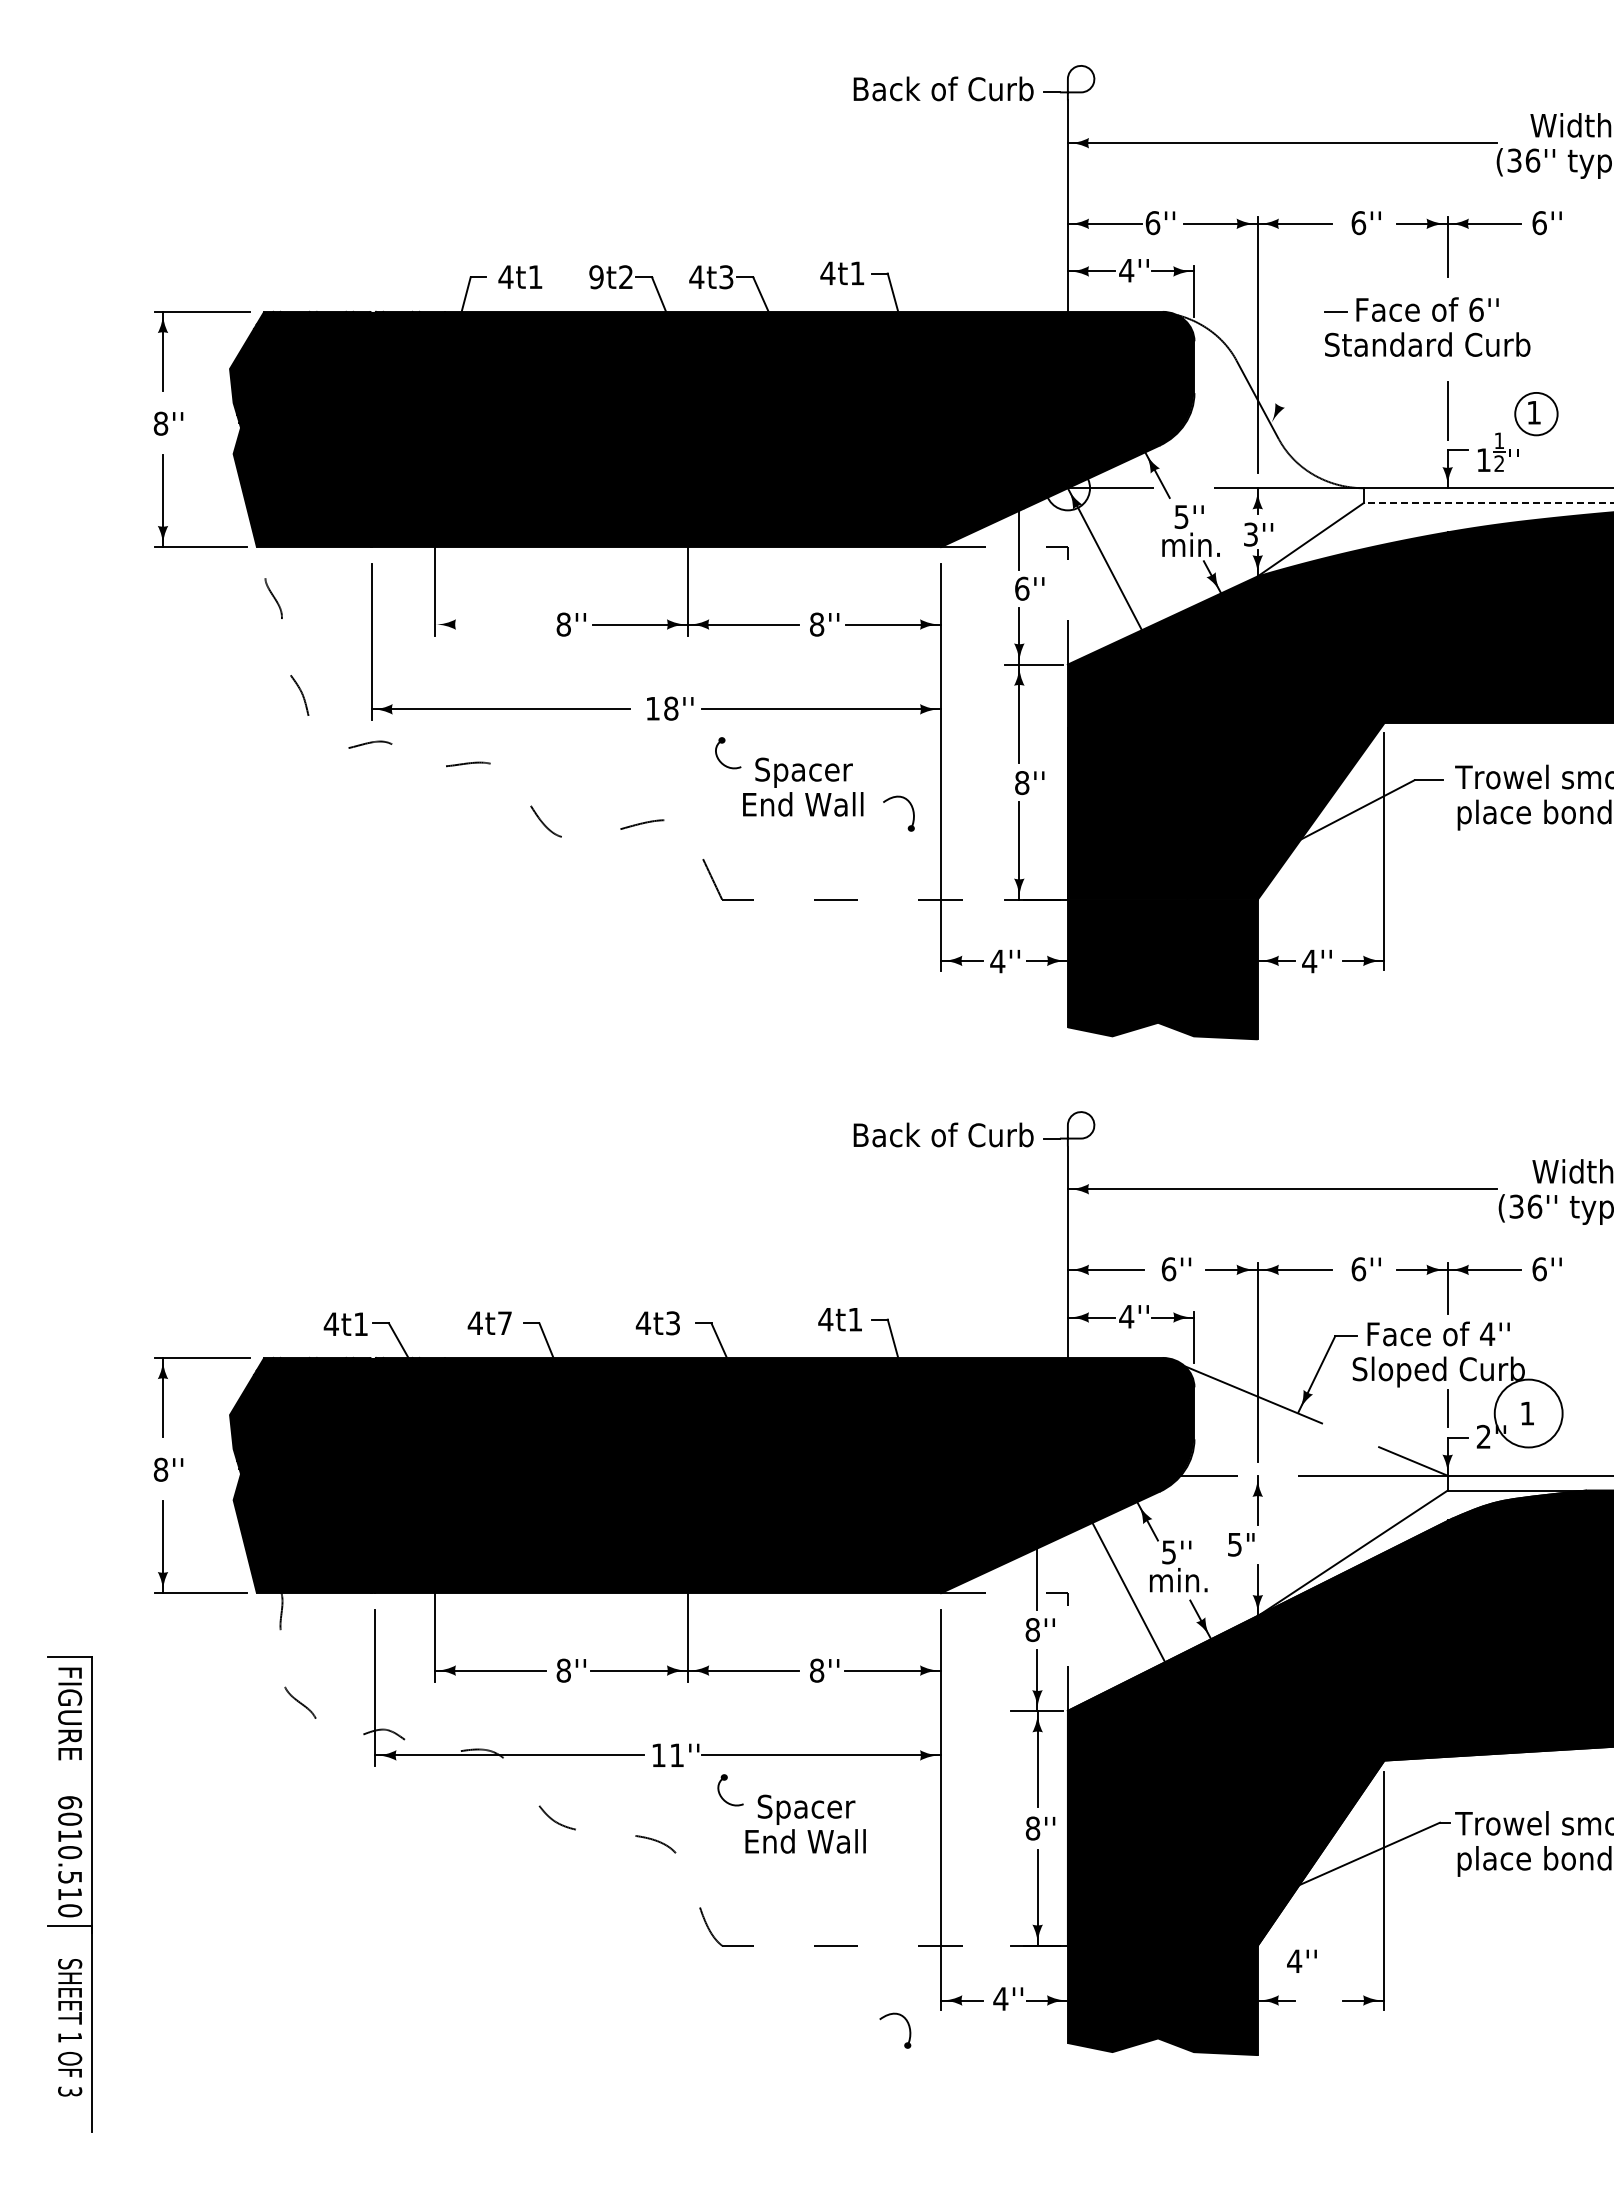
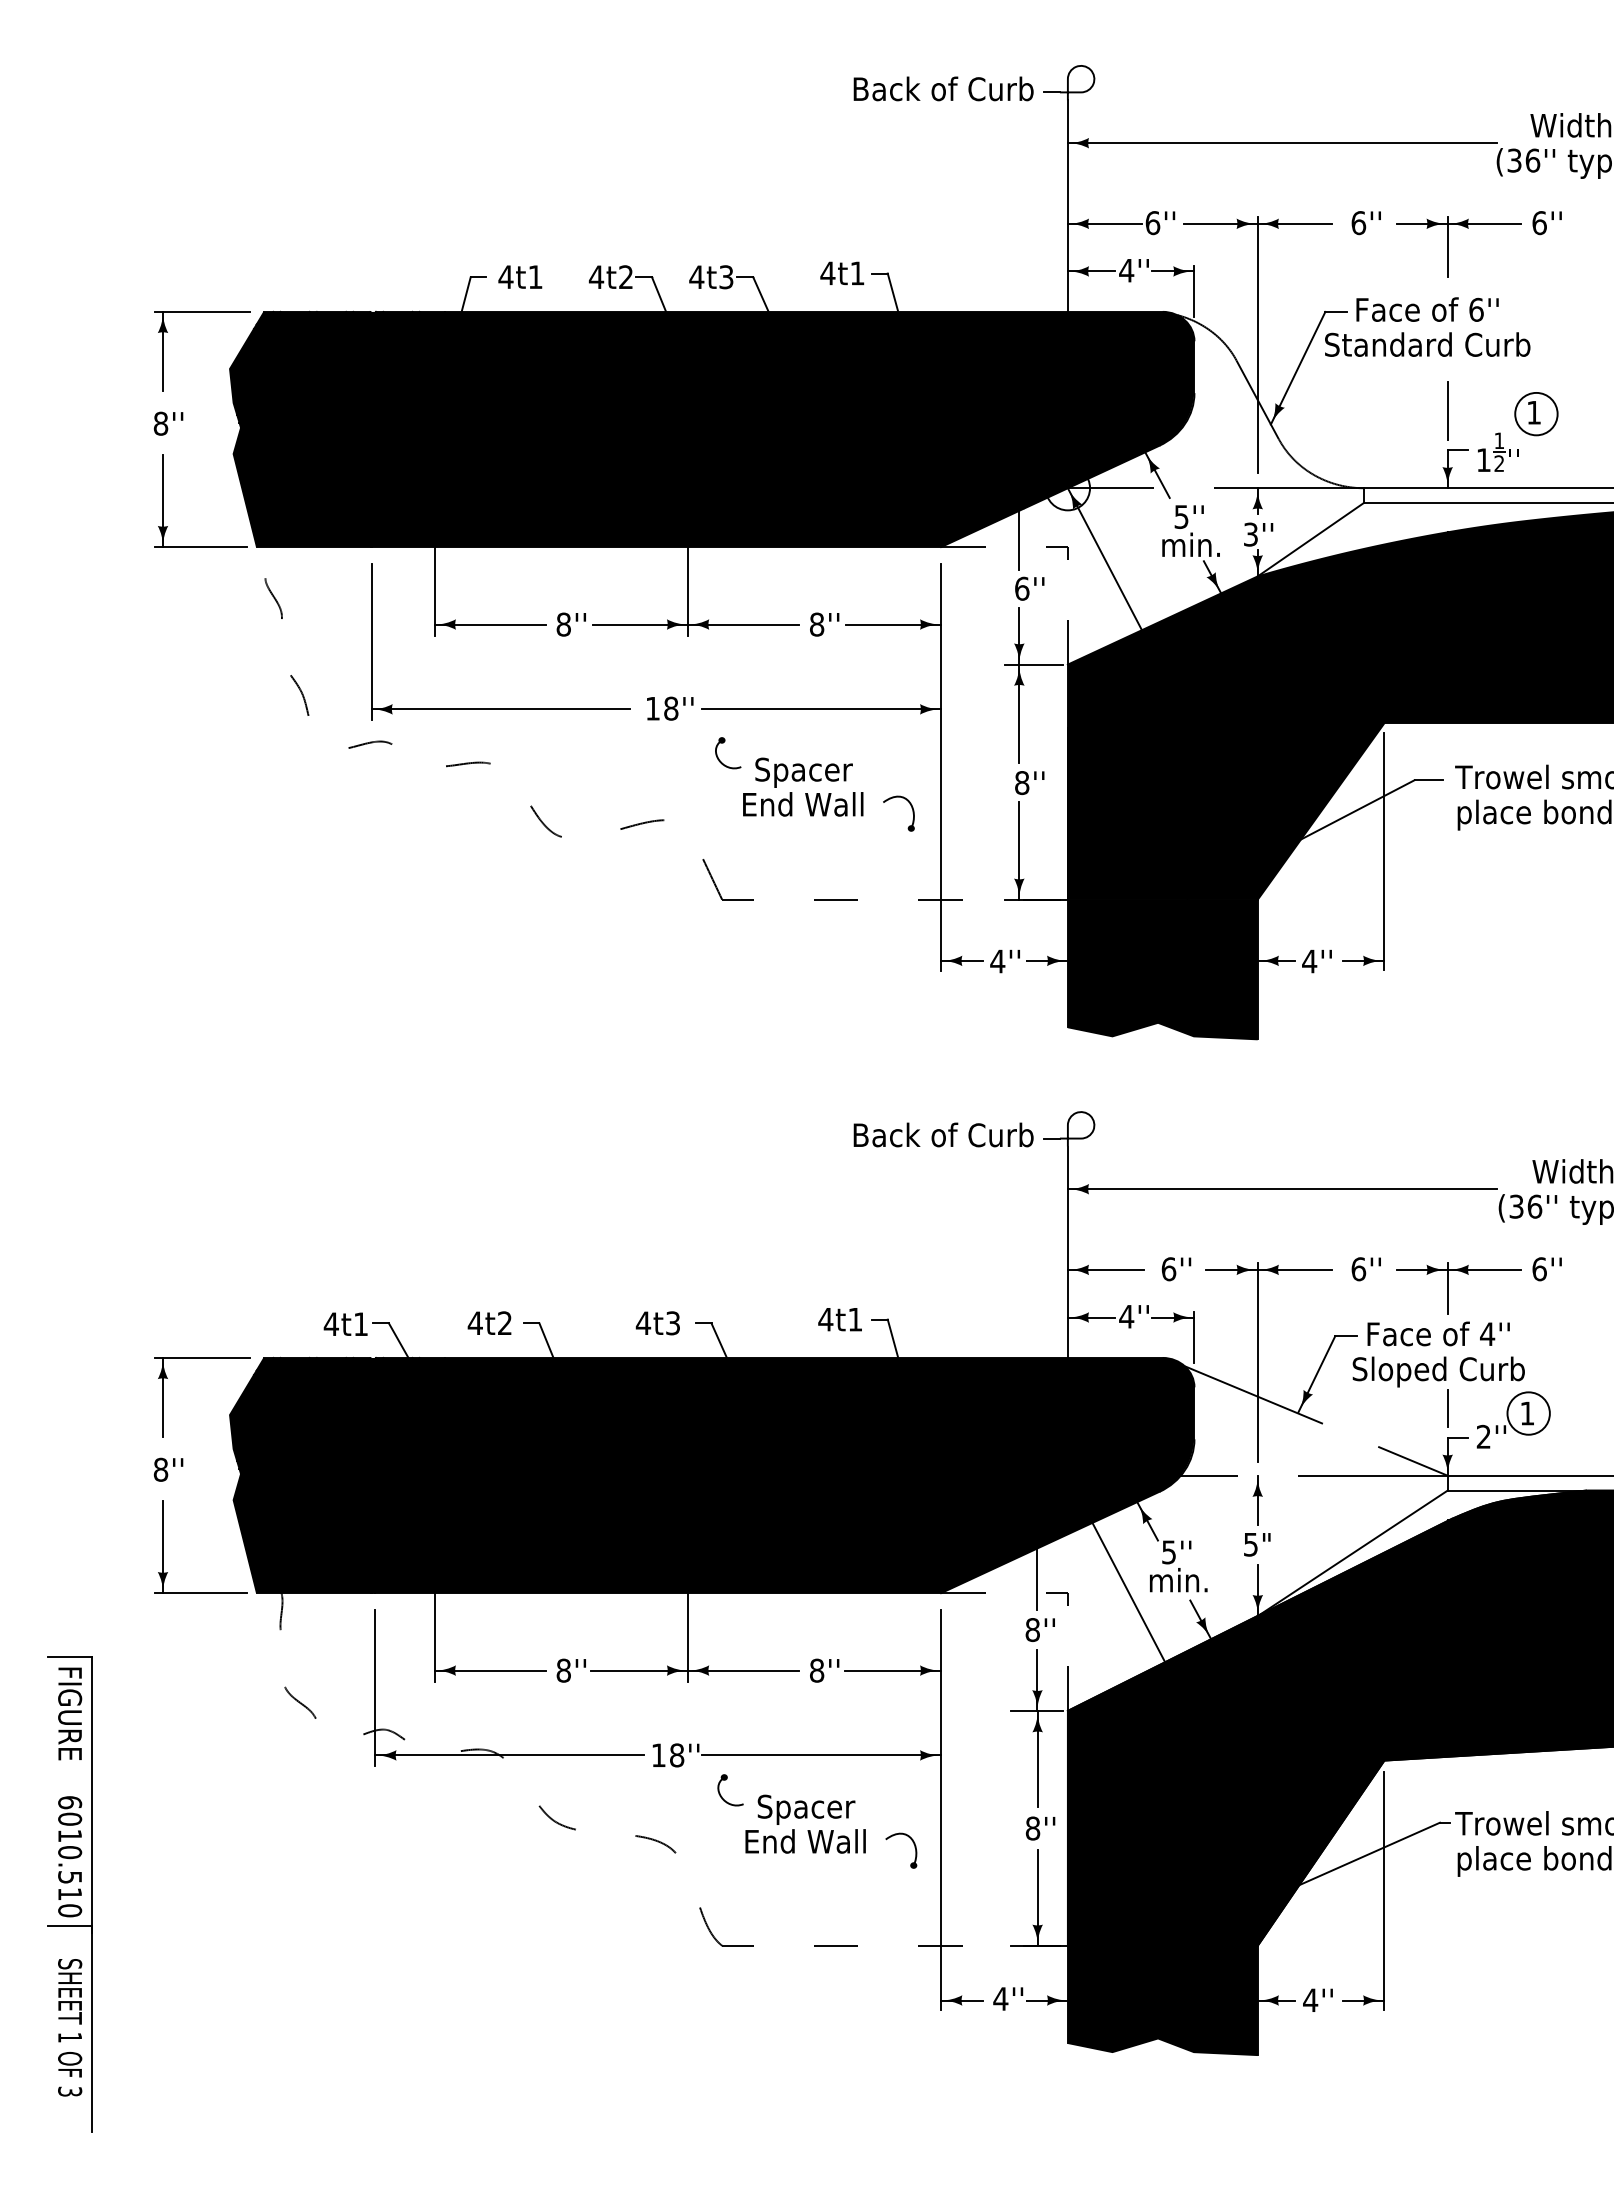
text at (596, 277): 9t2 -> 4t2
line at (1297, 367): none -> present
line at (1488, 502): dashed -> solid
line at (490, 624): none -> present
text at (504, 1322): 4t7 -> 4t2
circle at (1528, 1413) diameter: 68 px -> 42 px
text at (1241, 1544) position: (1241, 1544) -> (1257, 1544)
text at (677, 1755): 11'' -> 18''
text at (1301, 1960) position: (1301, 1960) -> (1317, 1999)
part at (908, 2027) position: (908, 2027) -> (914, 1847)
